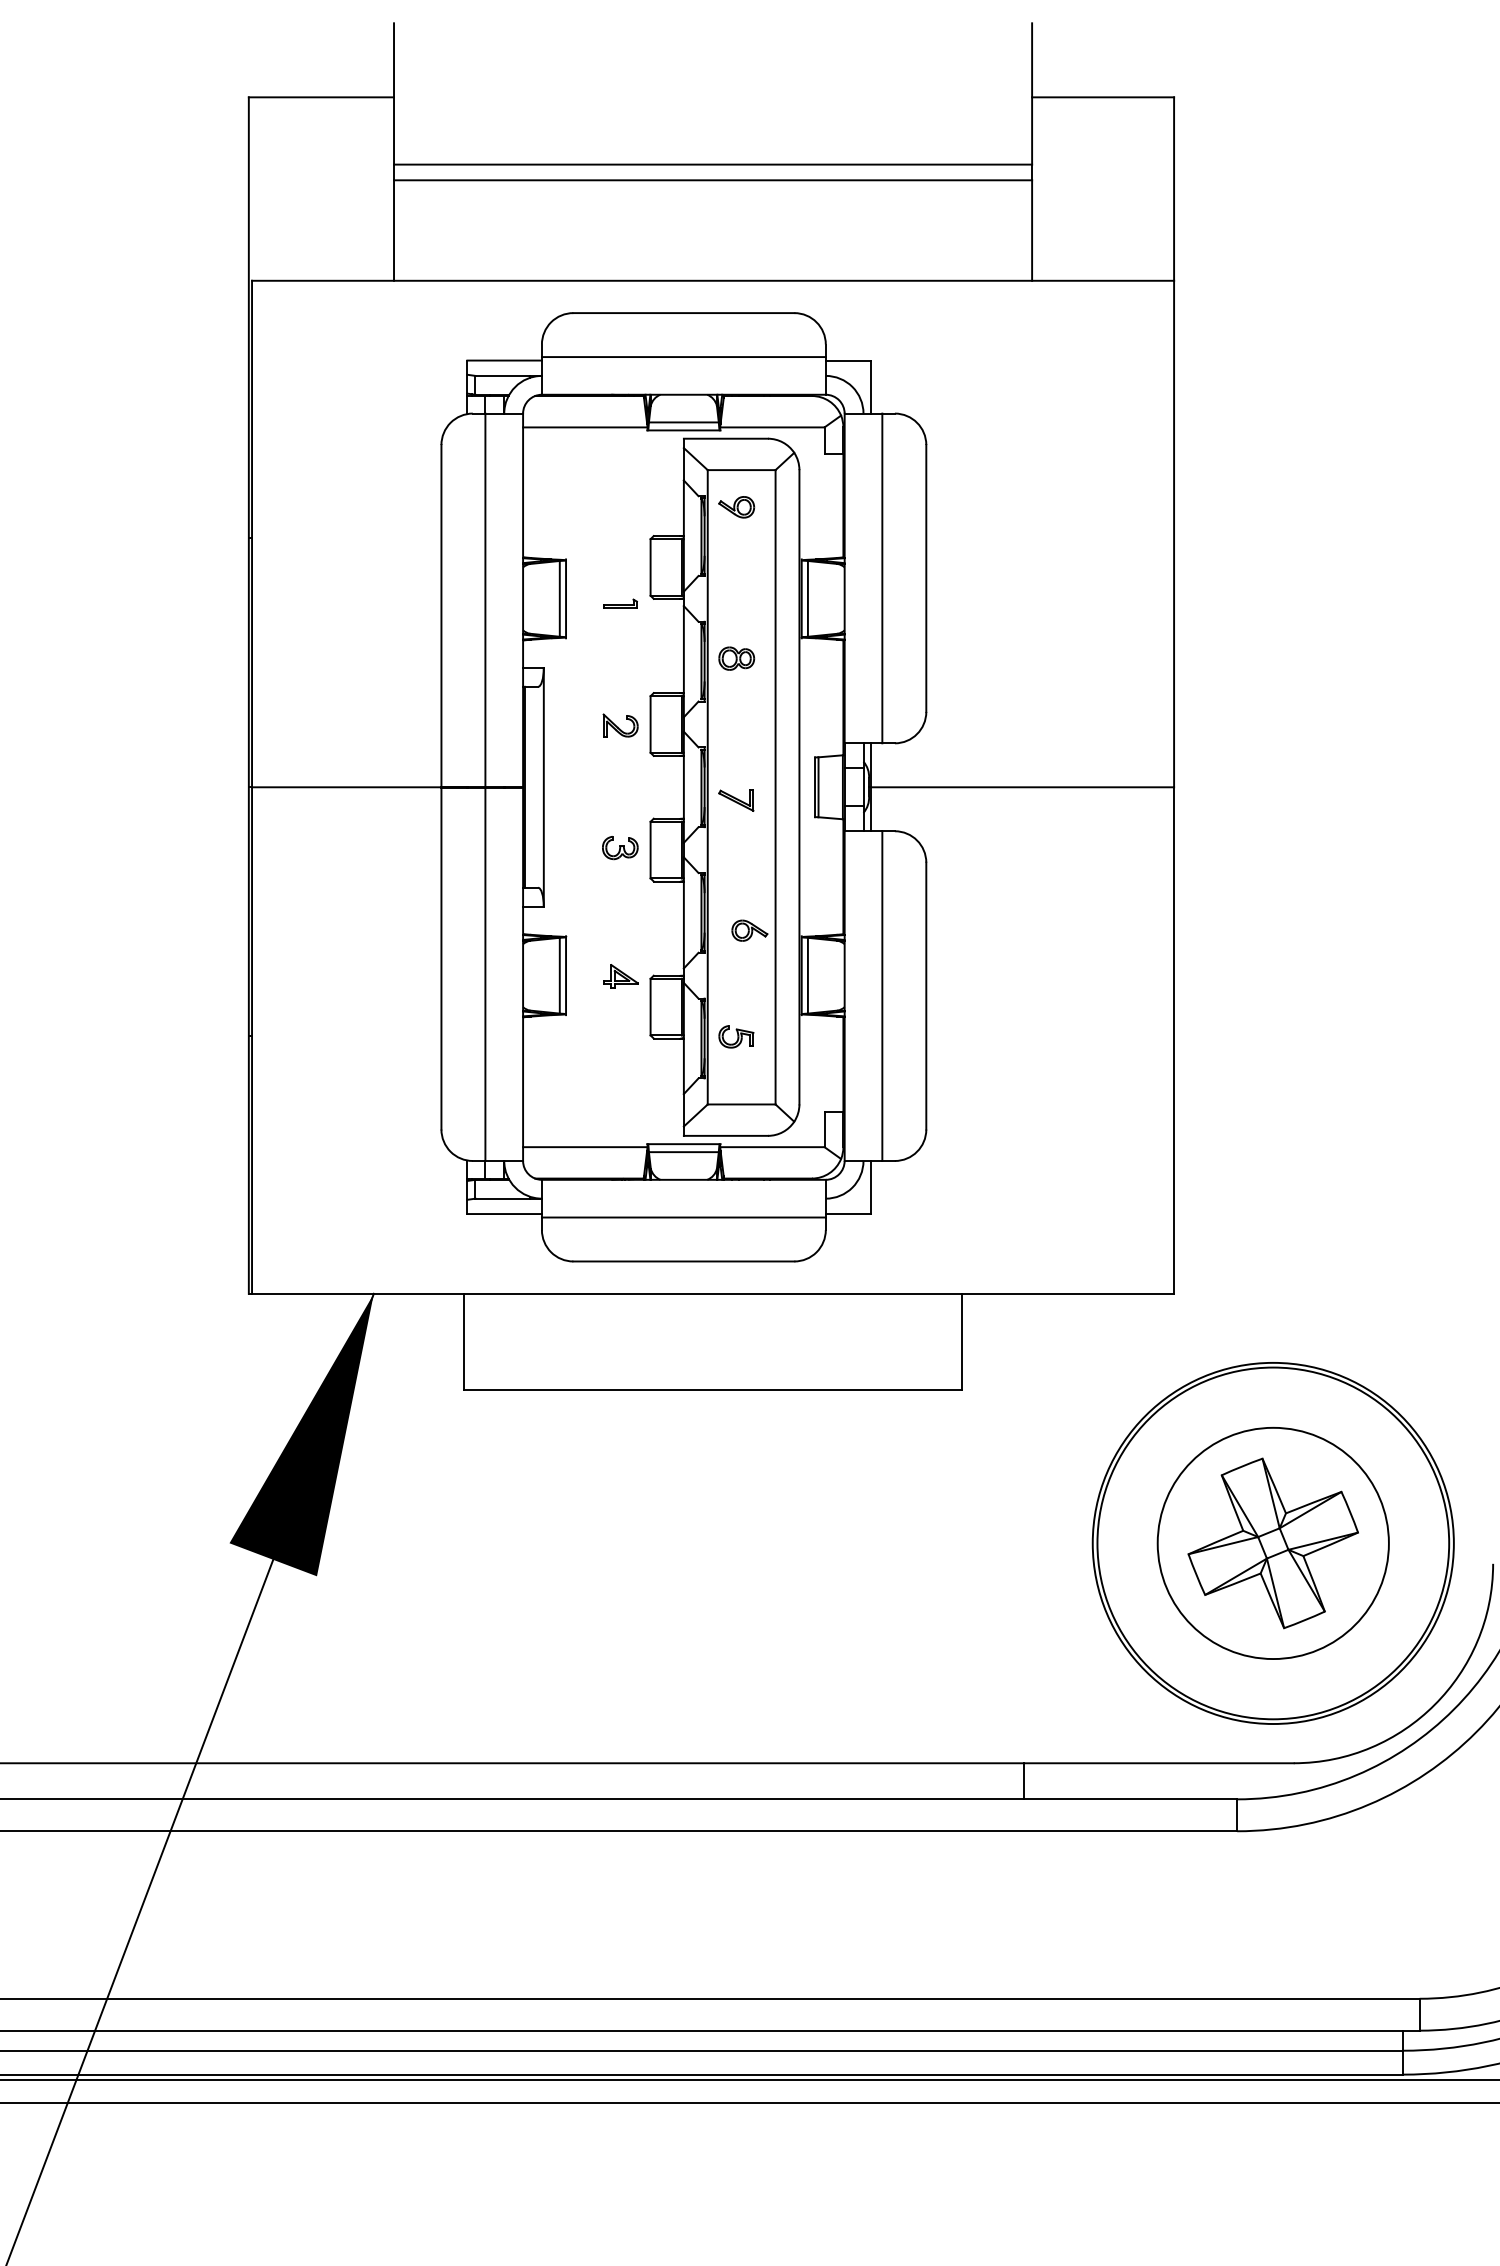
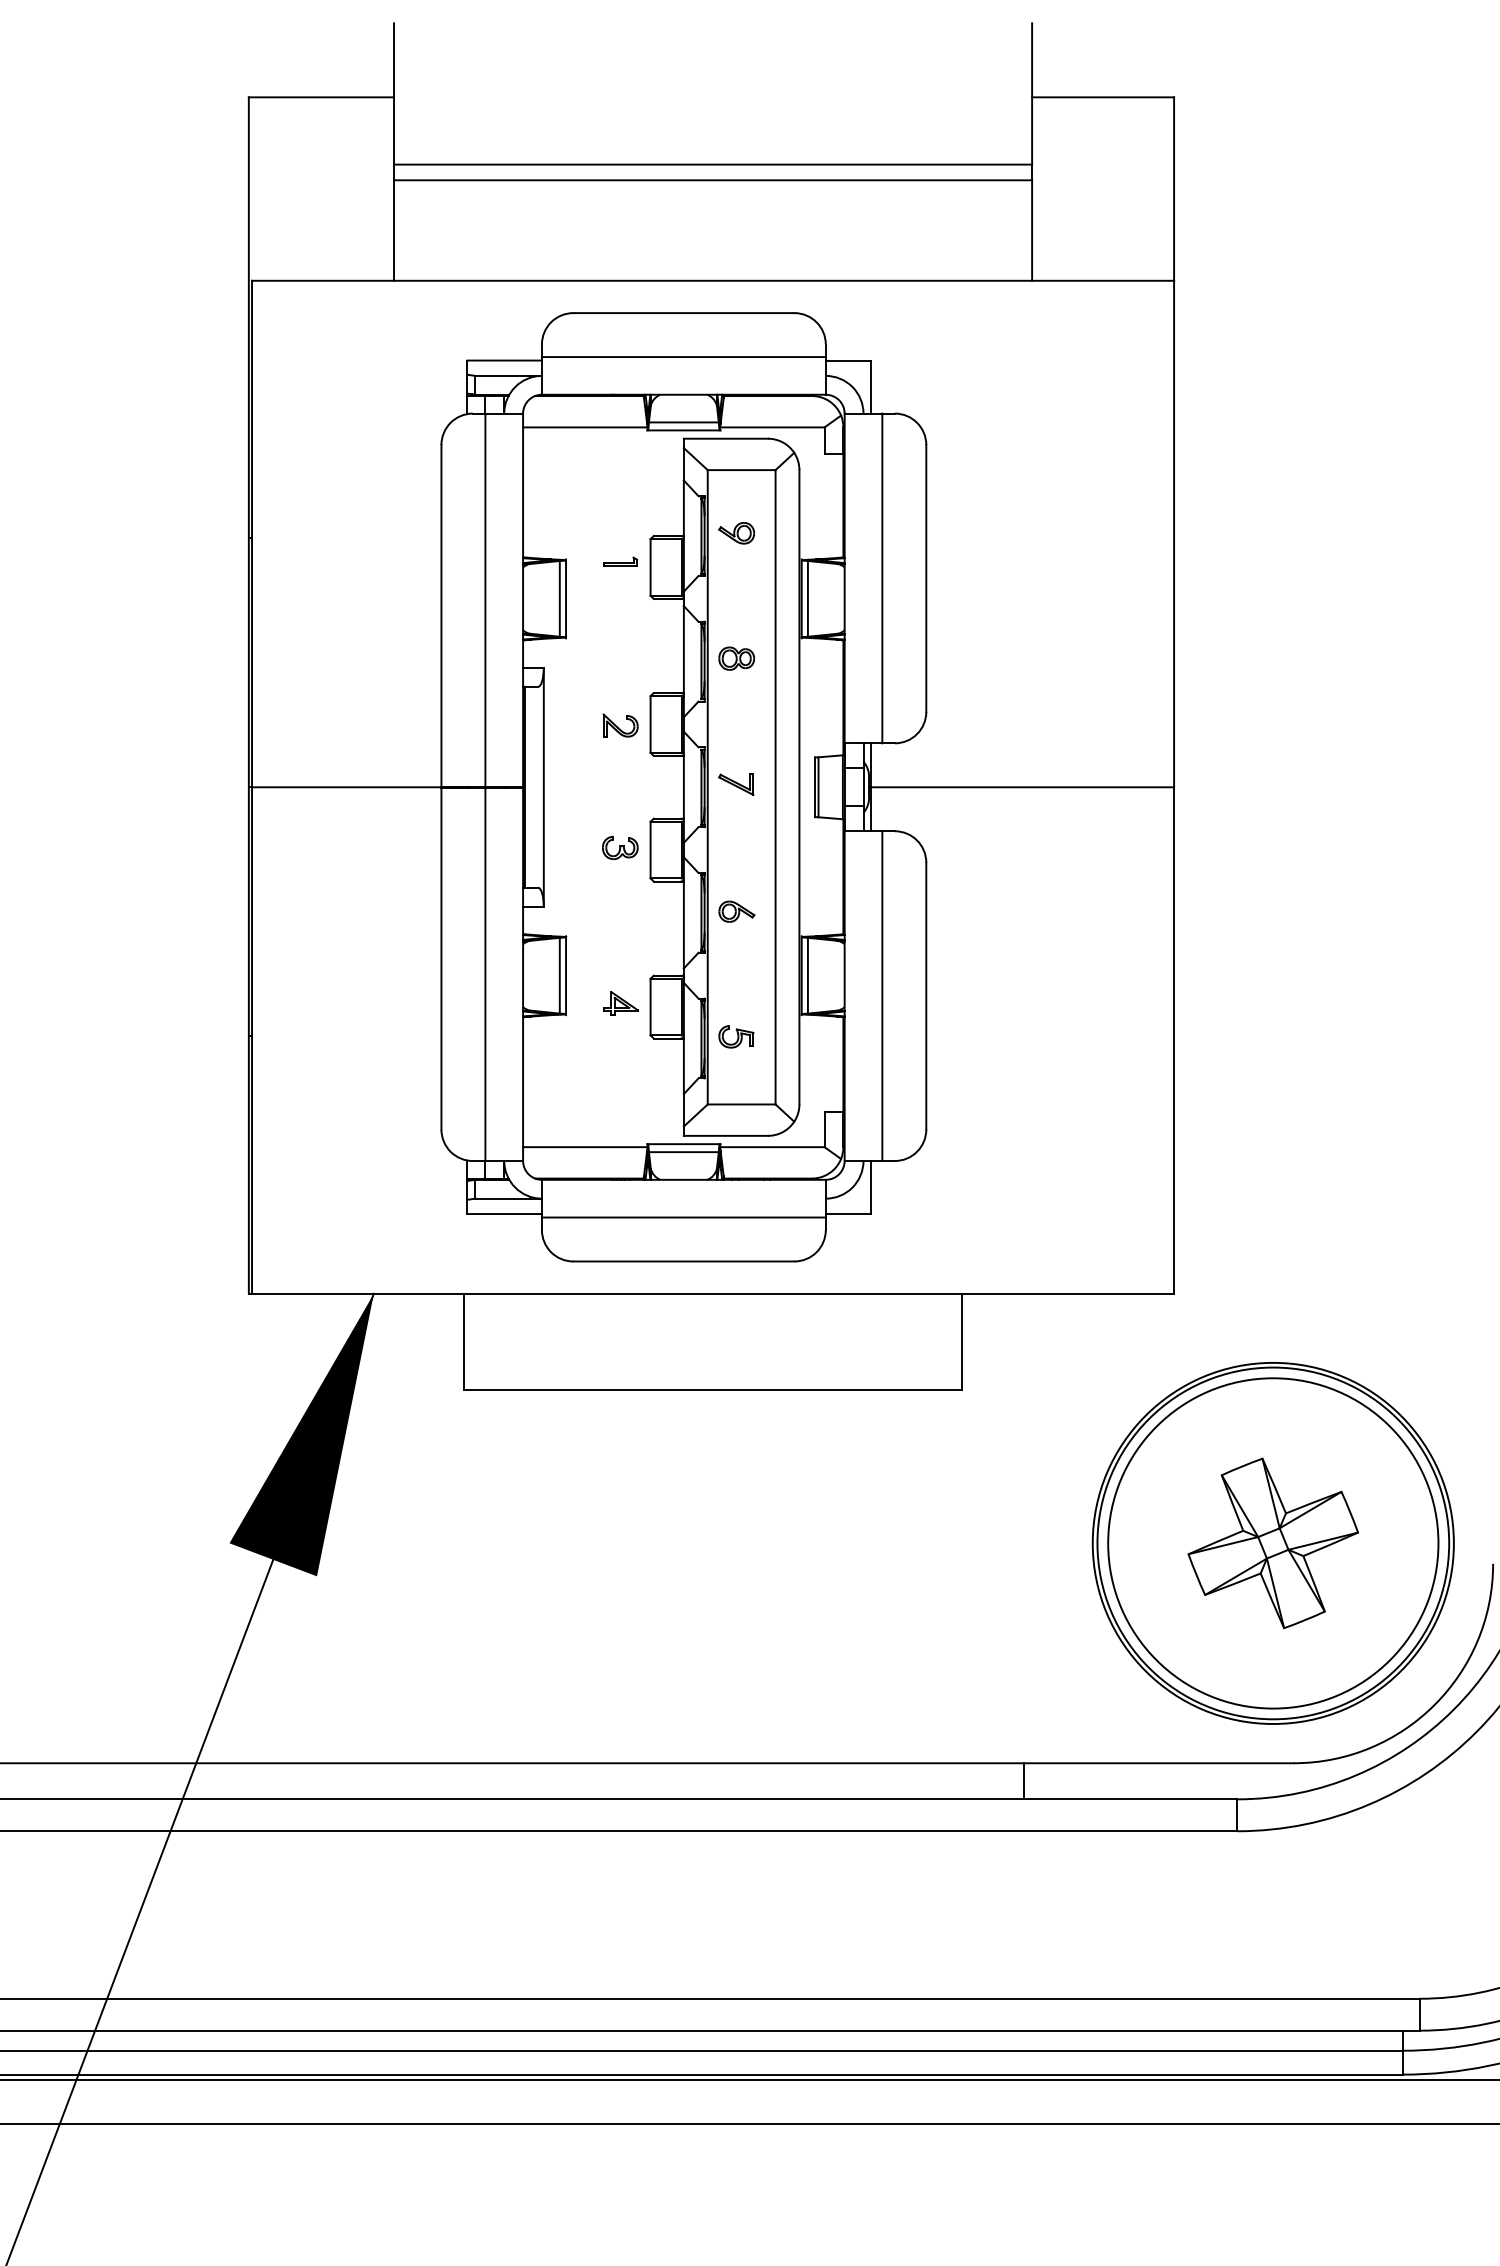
part at (736, 507) position: (736, 507) -> (736, 533)
part at (620, 603) position: (620, 603) -> (620, 561)
part at (736, 800) position: (736, 800) -> (736, 784)
part at (749, 930) position: (749, 930) -> (736, 911)
part at (620, 976) position: (620, 976) -> (620, 1003)
circle at (1272, 1543) diameter: 231 px -> 330 px
line at (749, 2103) position: (749, 2103) -> (749, 2124)
